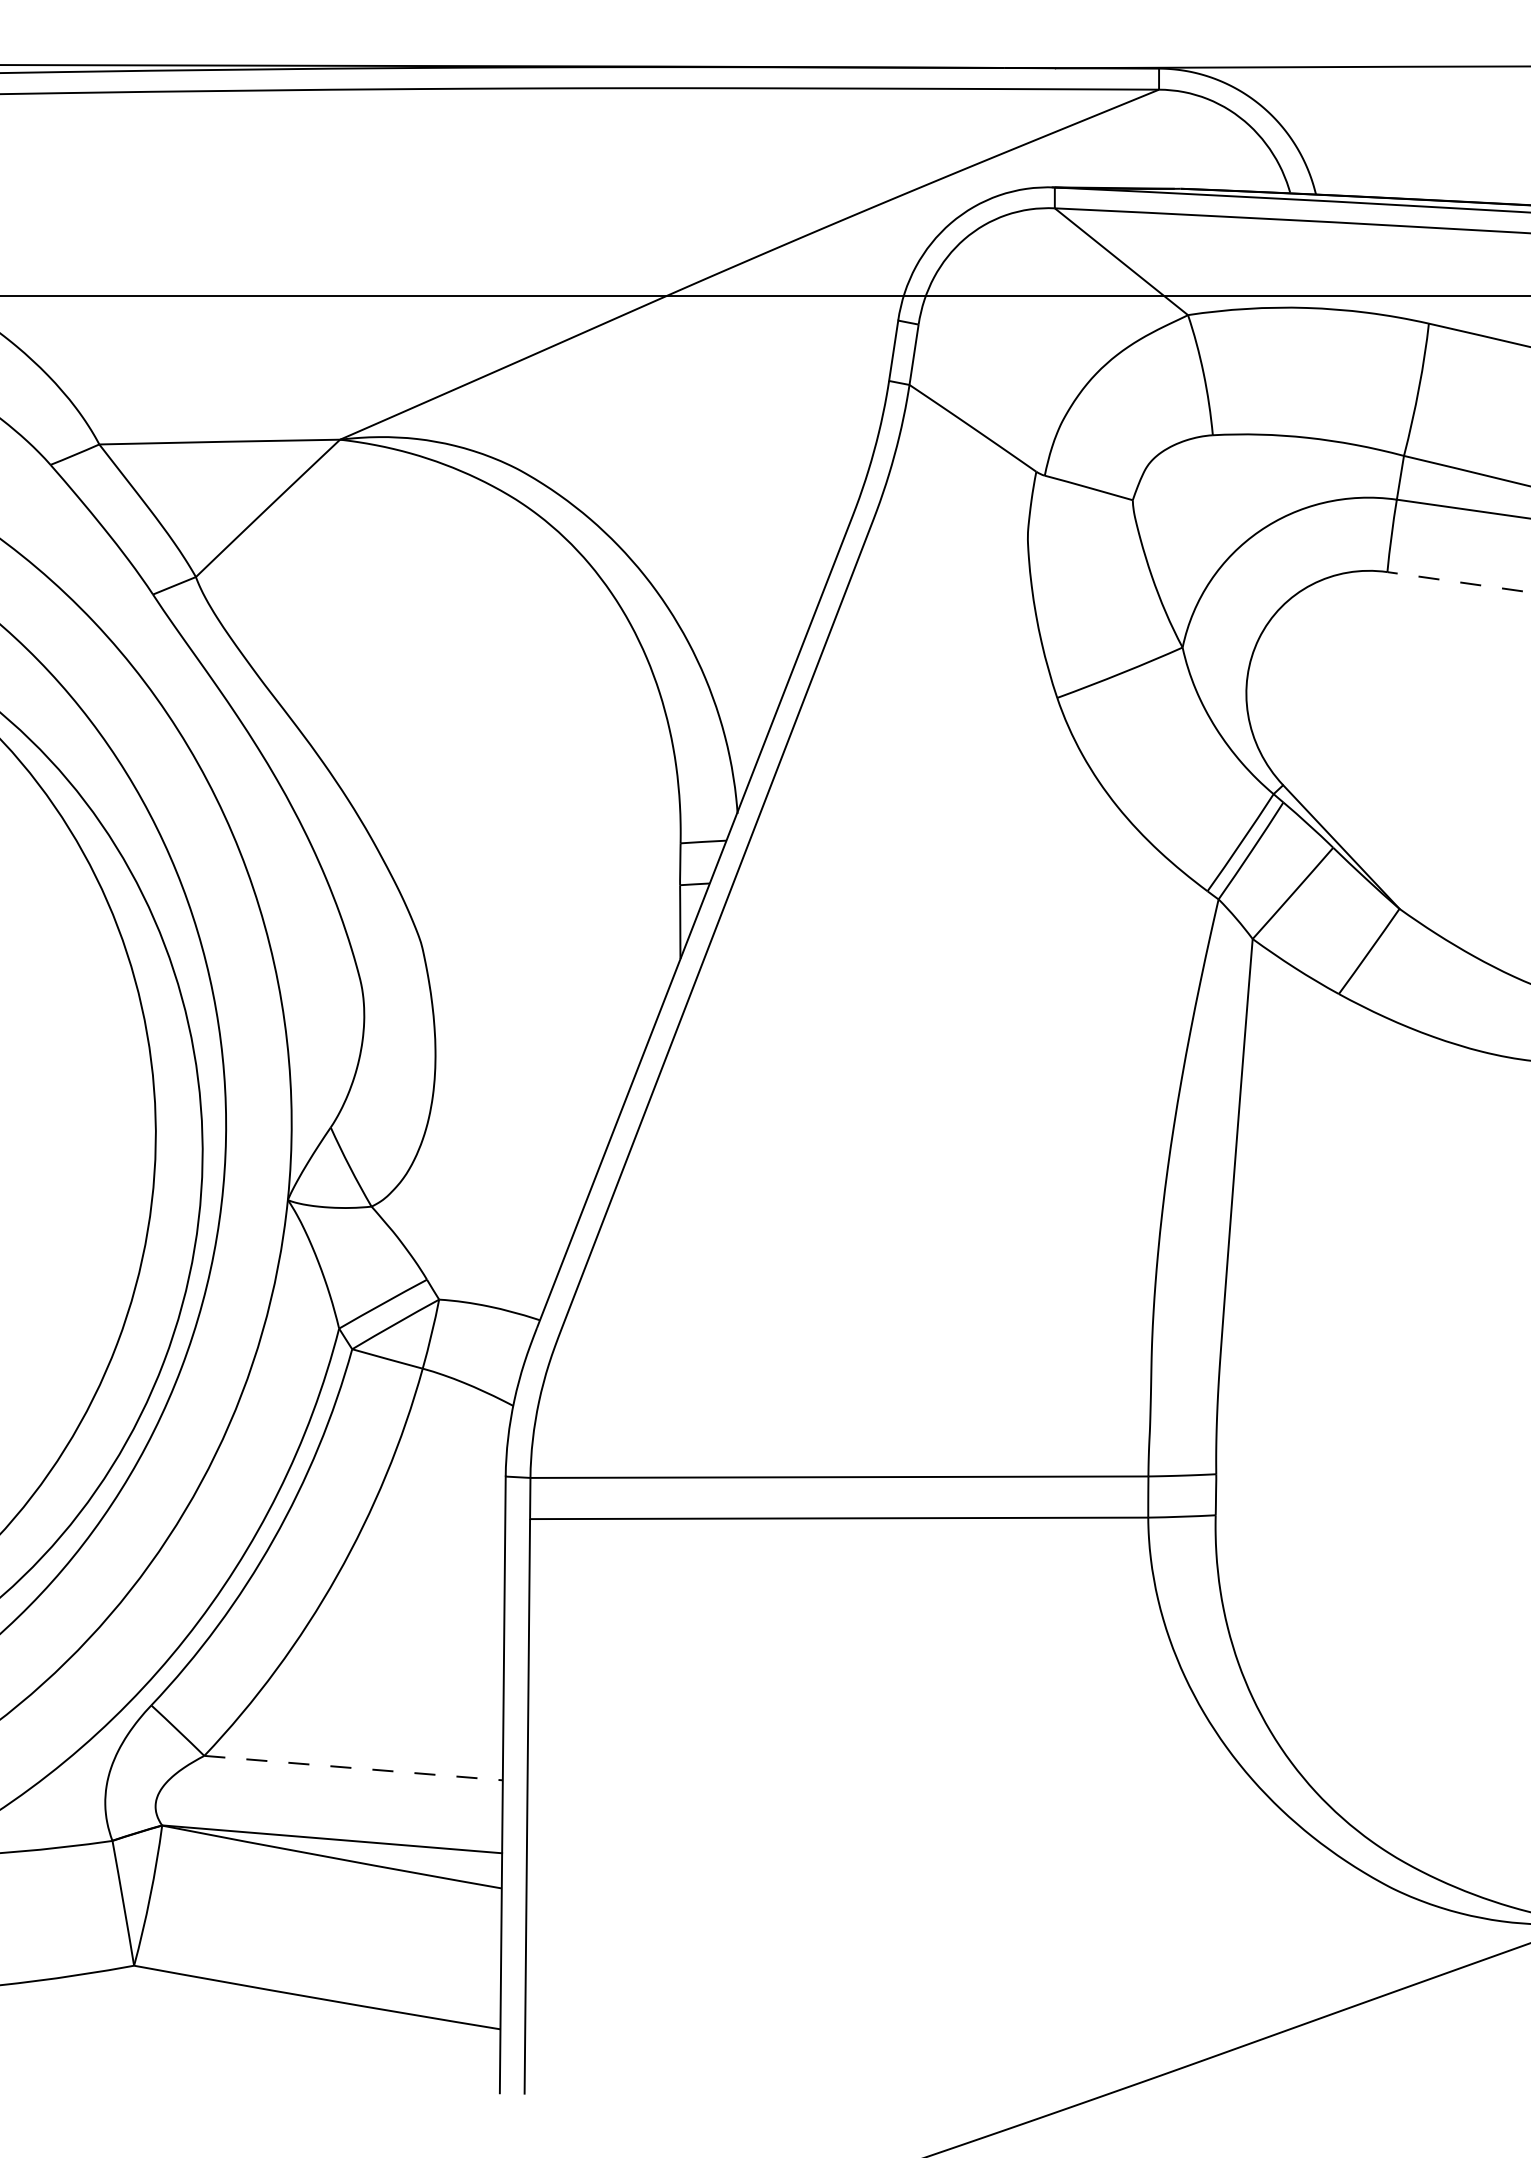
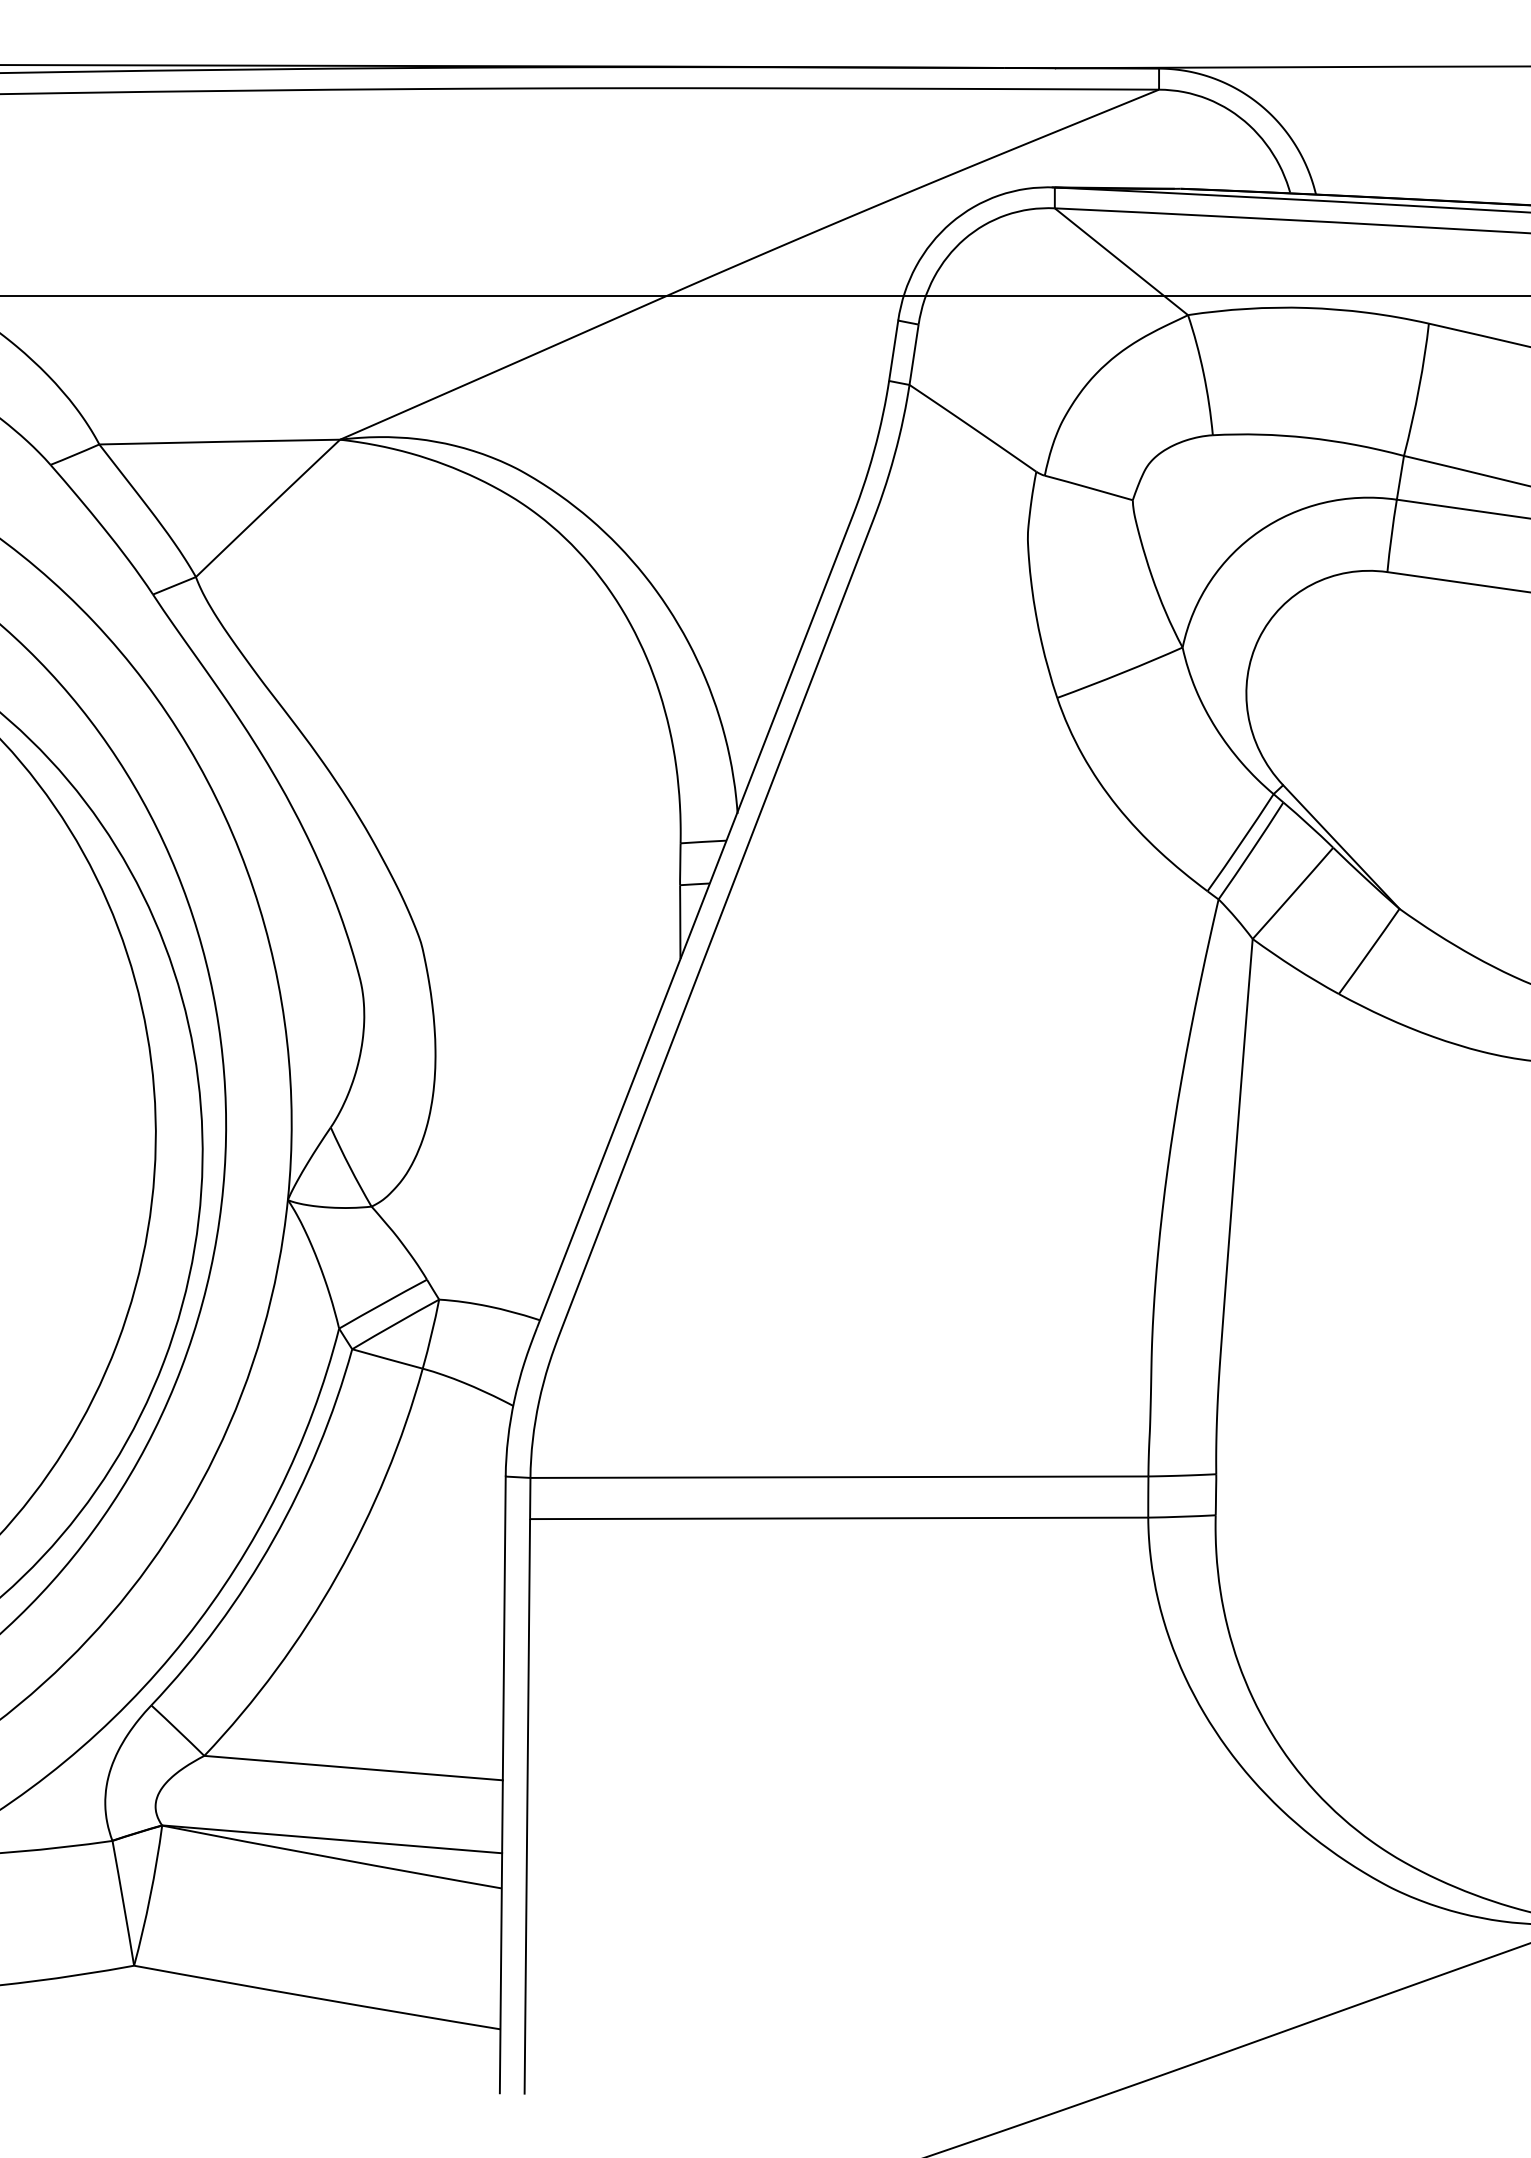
line at (1458, 582): dashed -> solid
line at (353, 1768): dashed -> solid
